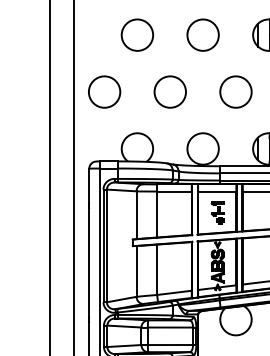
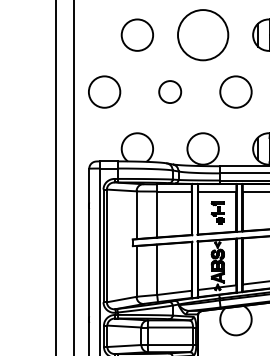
circle at (202, 34) diameter: 31 px -> 50 px
circle at (169, 91) size: 34x34 px -> 25x24 px
line at (50, 177) position: (50, 177) -> (56, 177)
